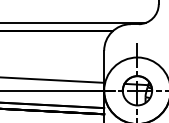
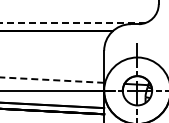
line at (73, 22): solid -> dashed
line at (52, 80): solid -> dashed
